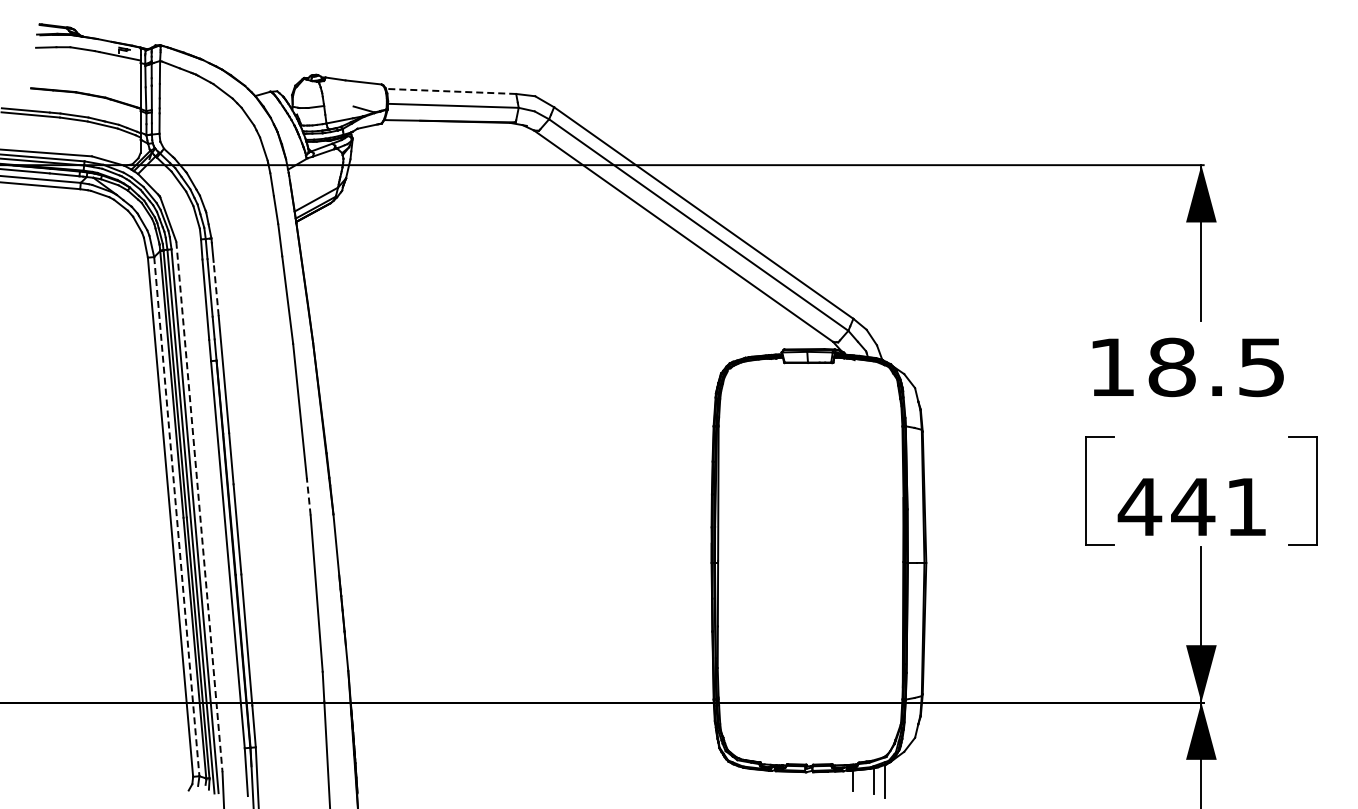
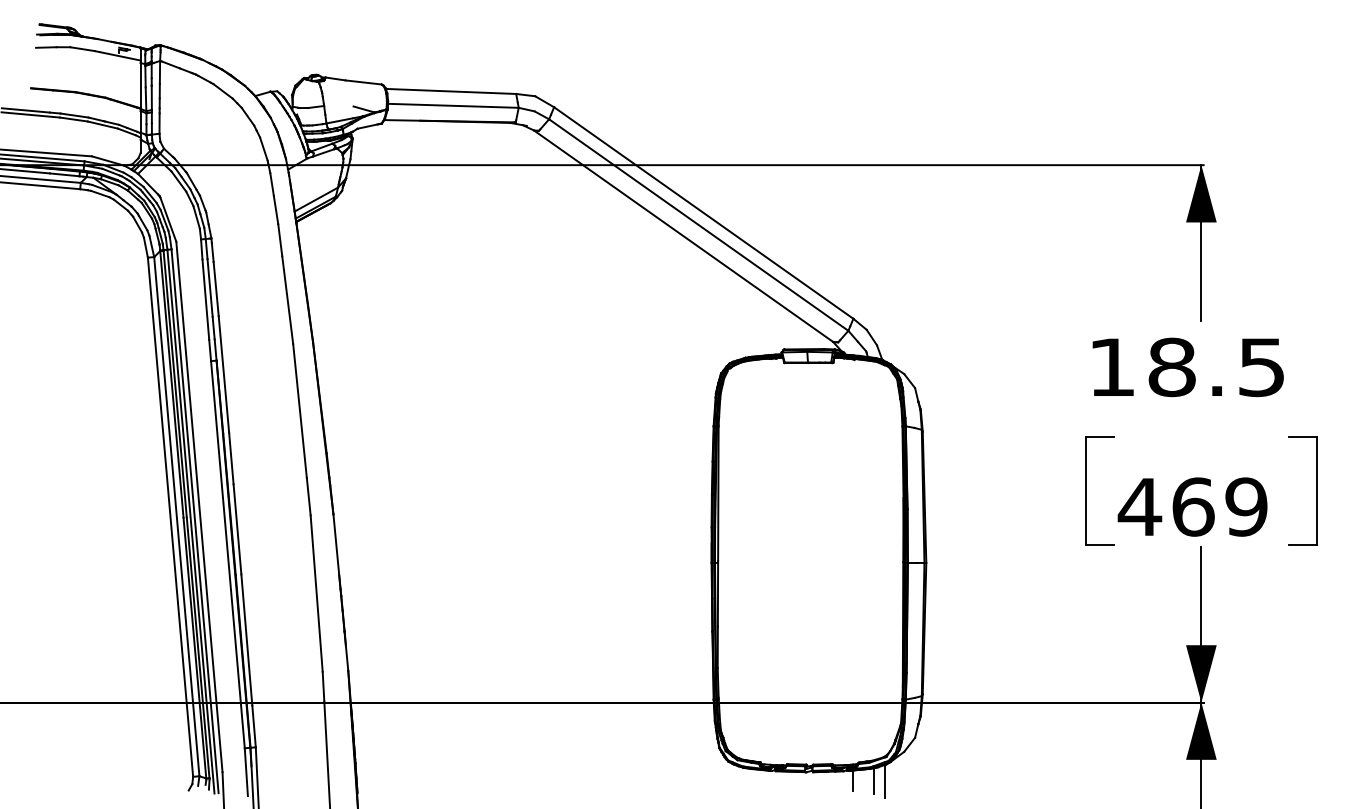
line at (450, 91): dashed -> solid
line at (216, 288): dashed -> solid
line at (308, 496): dashed -> solid
text at (1219, 506): 441 -> 469
line at (199, 507): dashed -> solid
line at (176, 516): dashed -> solid
